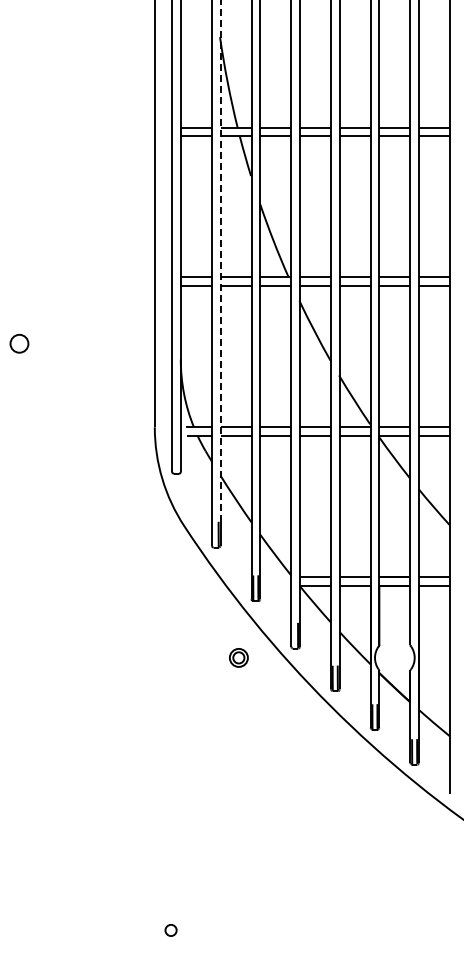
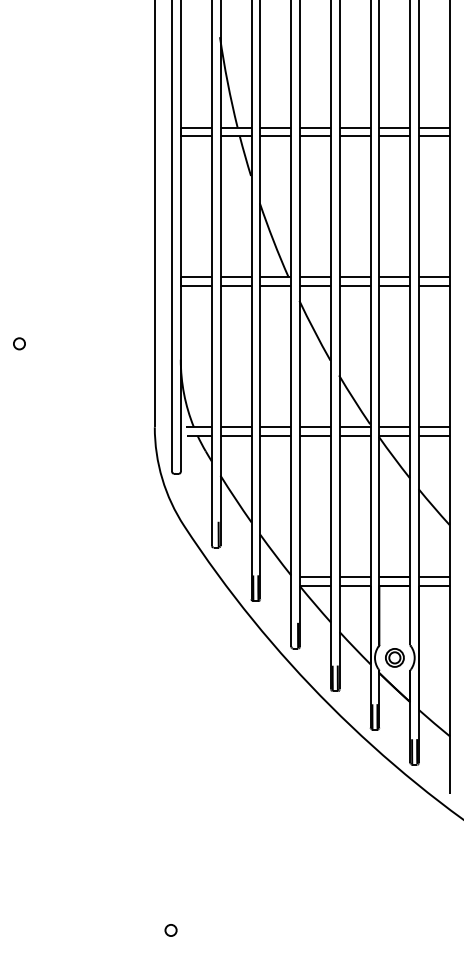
line at (220, 260): dashed -> solid
part at (19, 343) size: 21x21 px -> 13x14 px
part at (238, 657) position: (238, 657) -> (394, 657)
